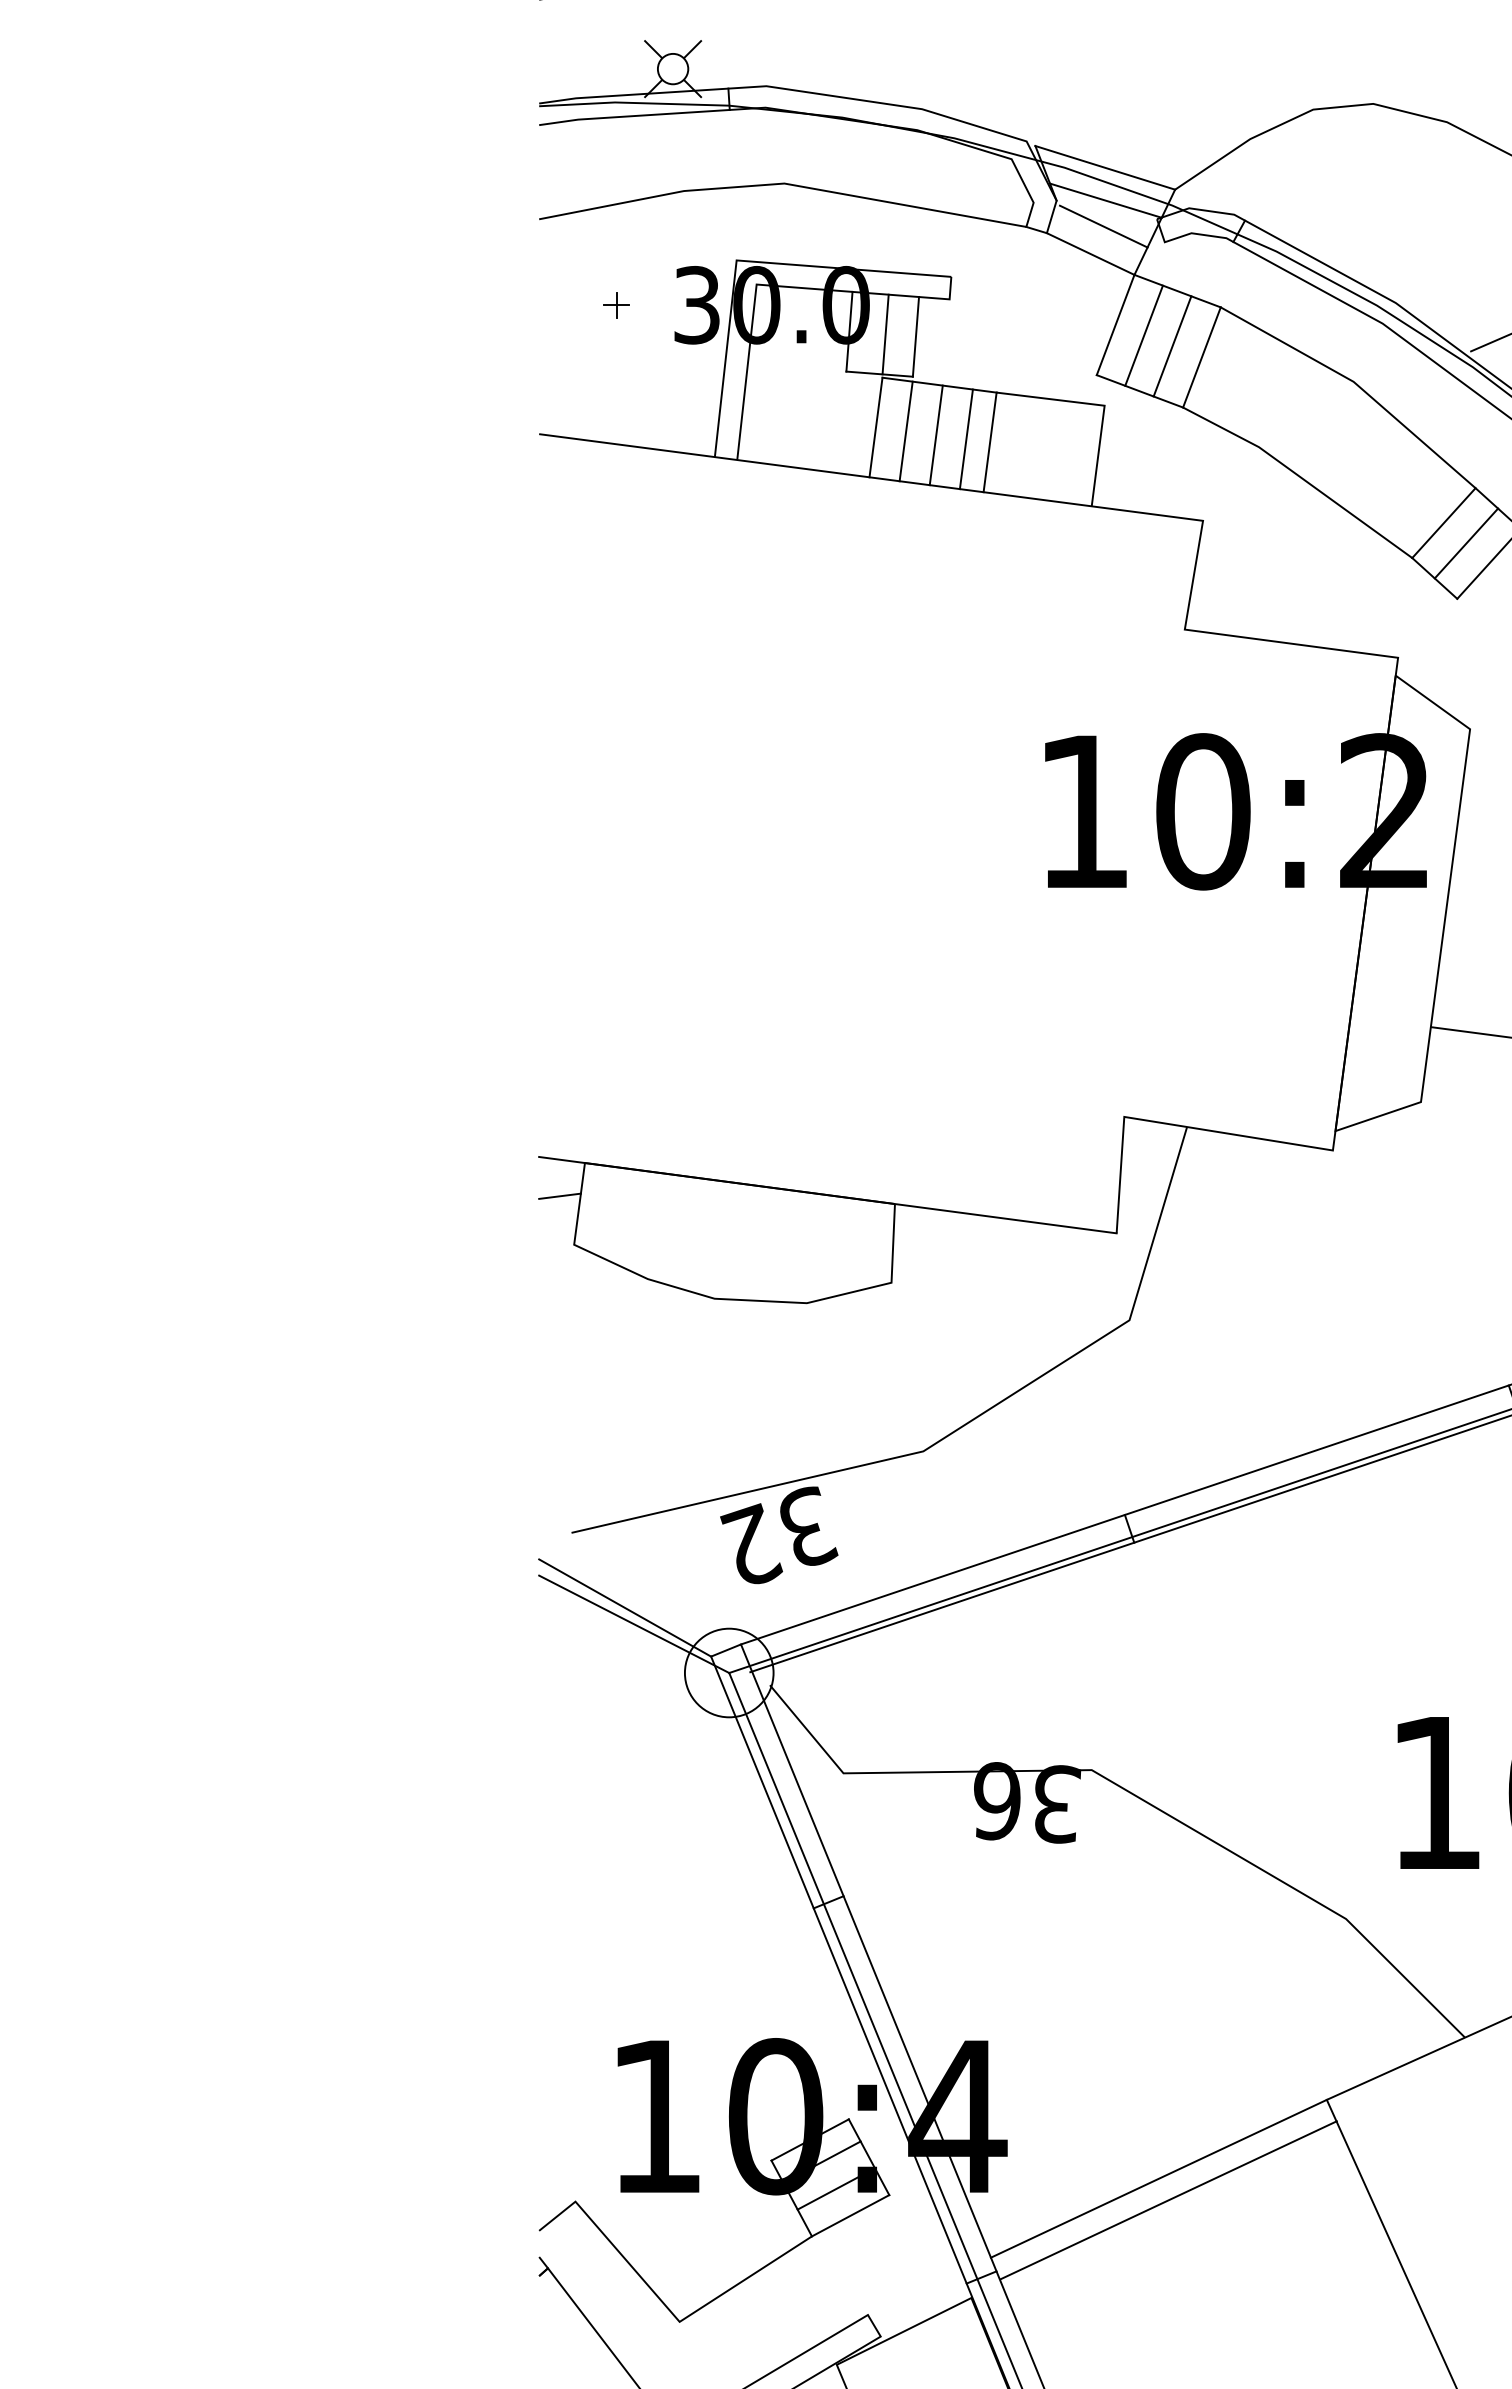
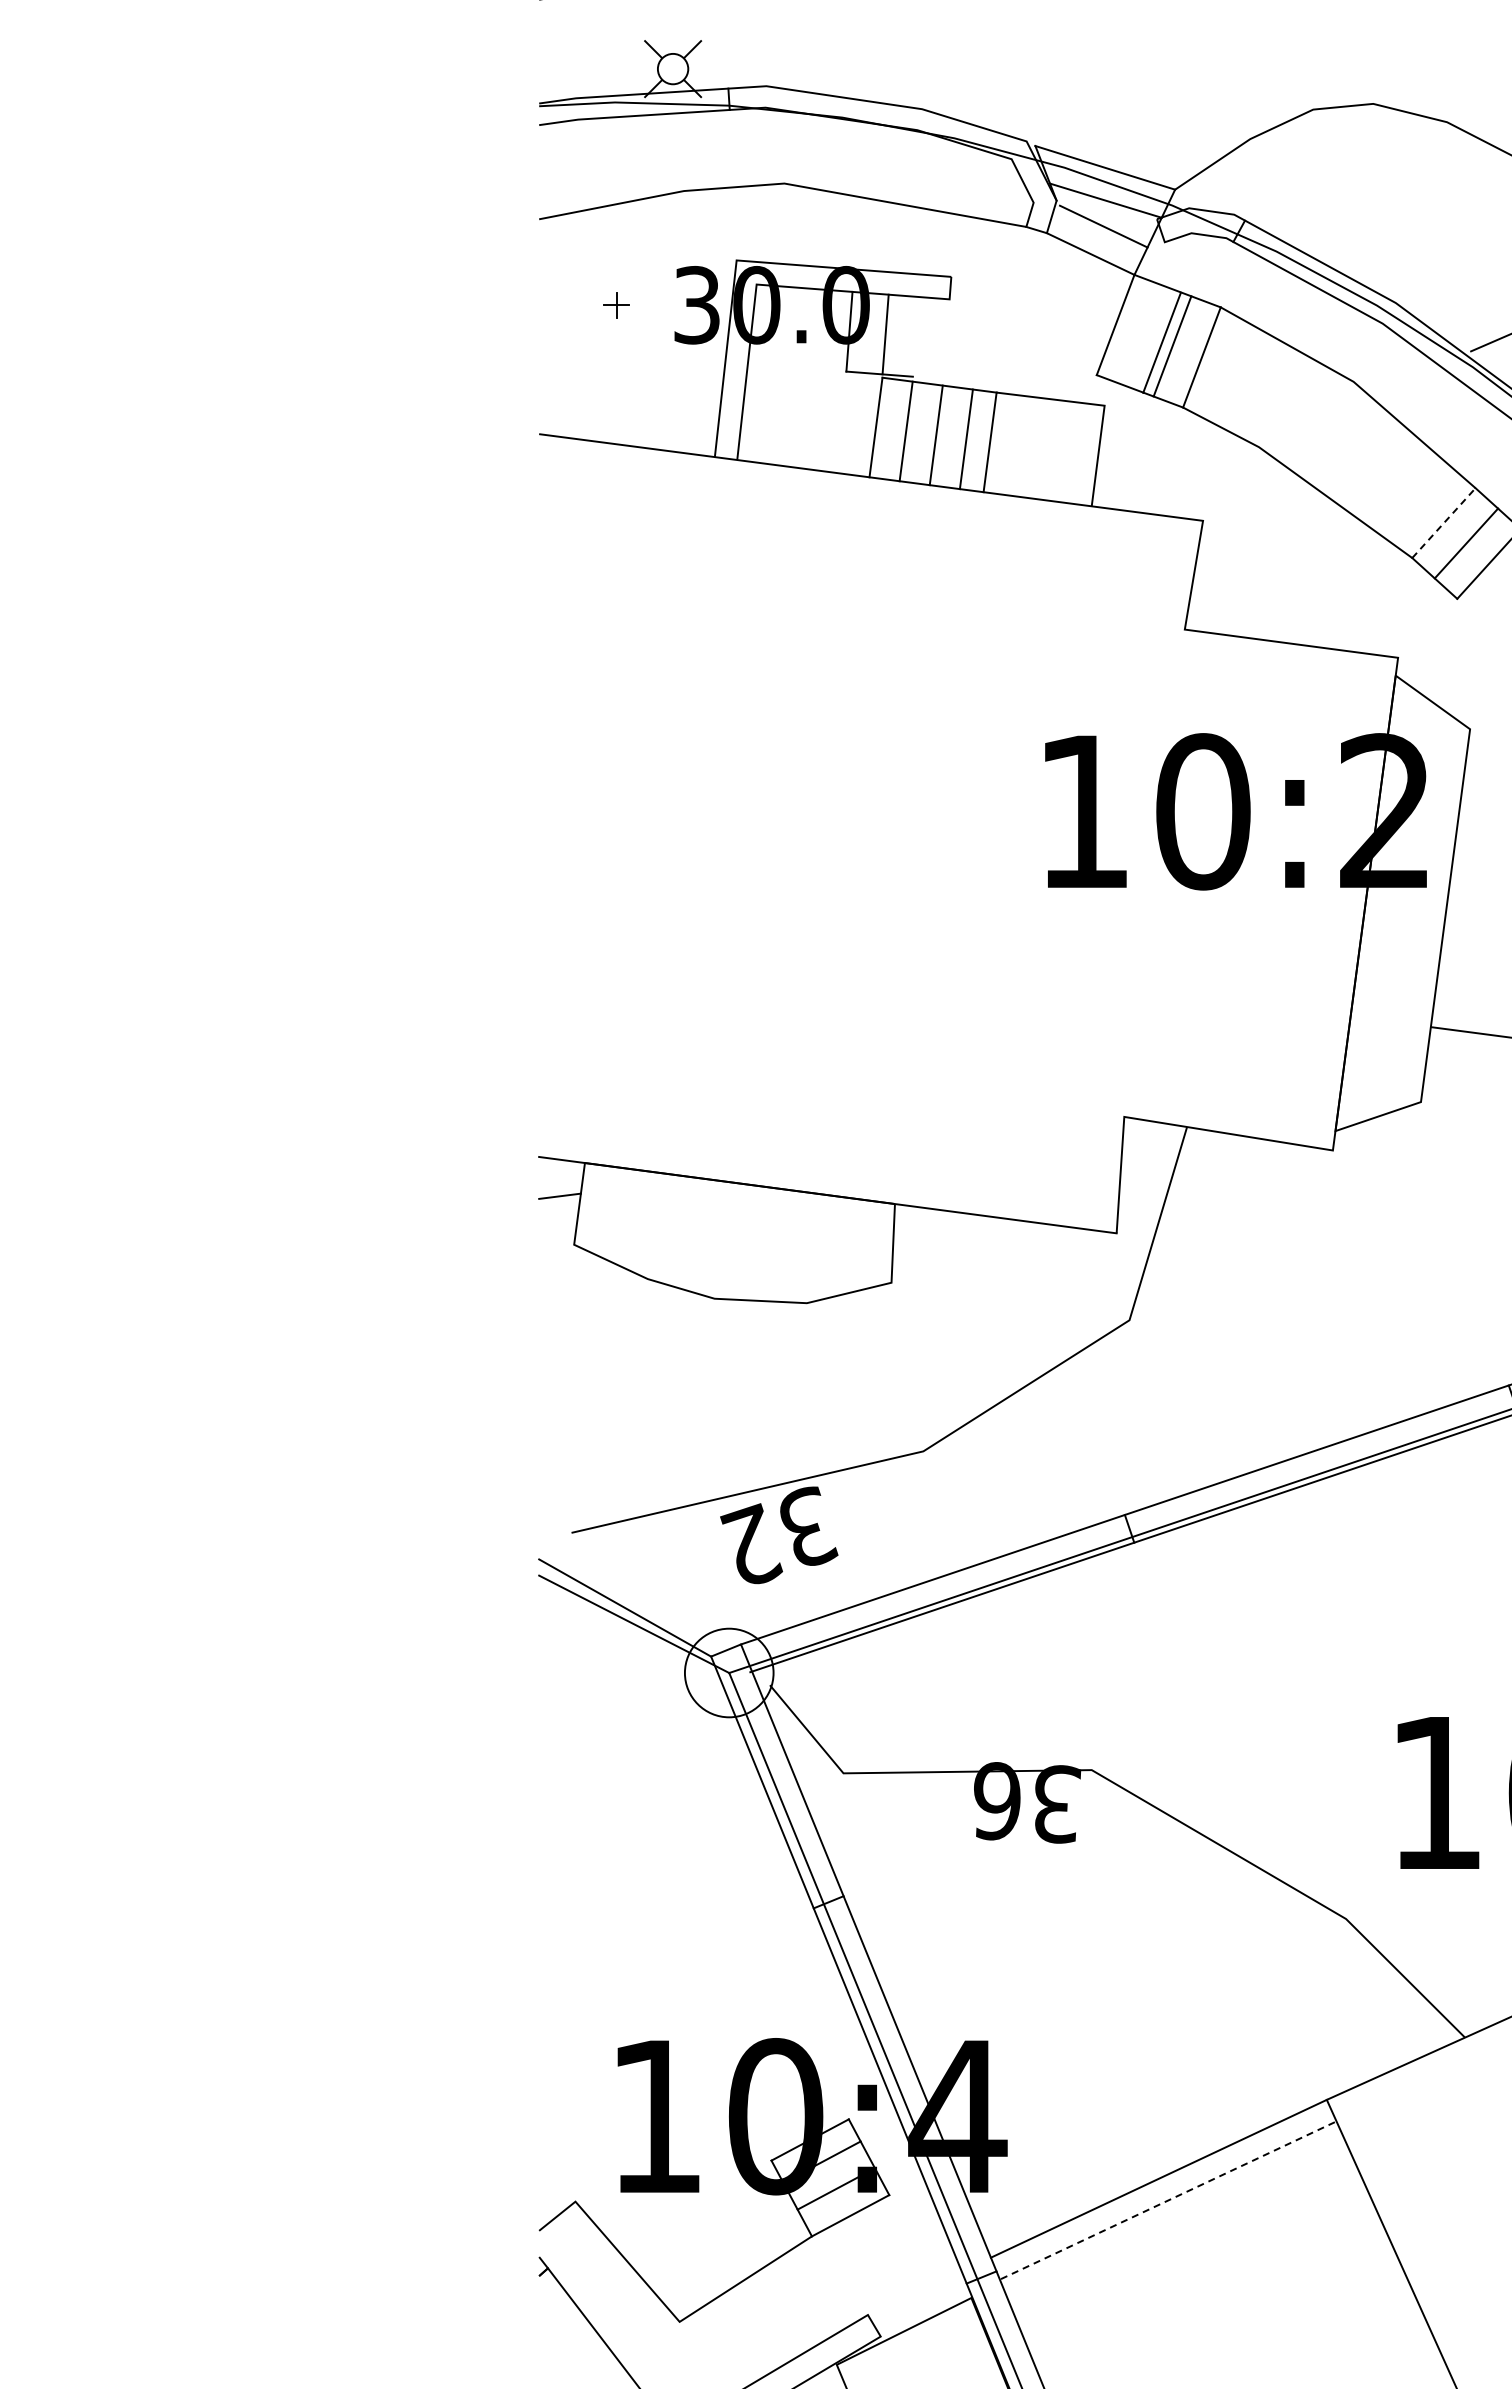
line at (1143, 335) position: (1143, 335) -> (1161, 342)
line at (915, 336): present -> none
line at (1444, 522): solid -> dashed
line at (1168, 2200): solid -> dashed
